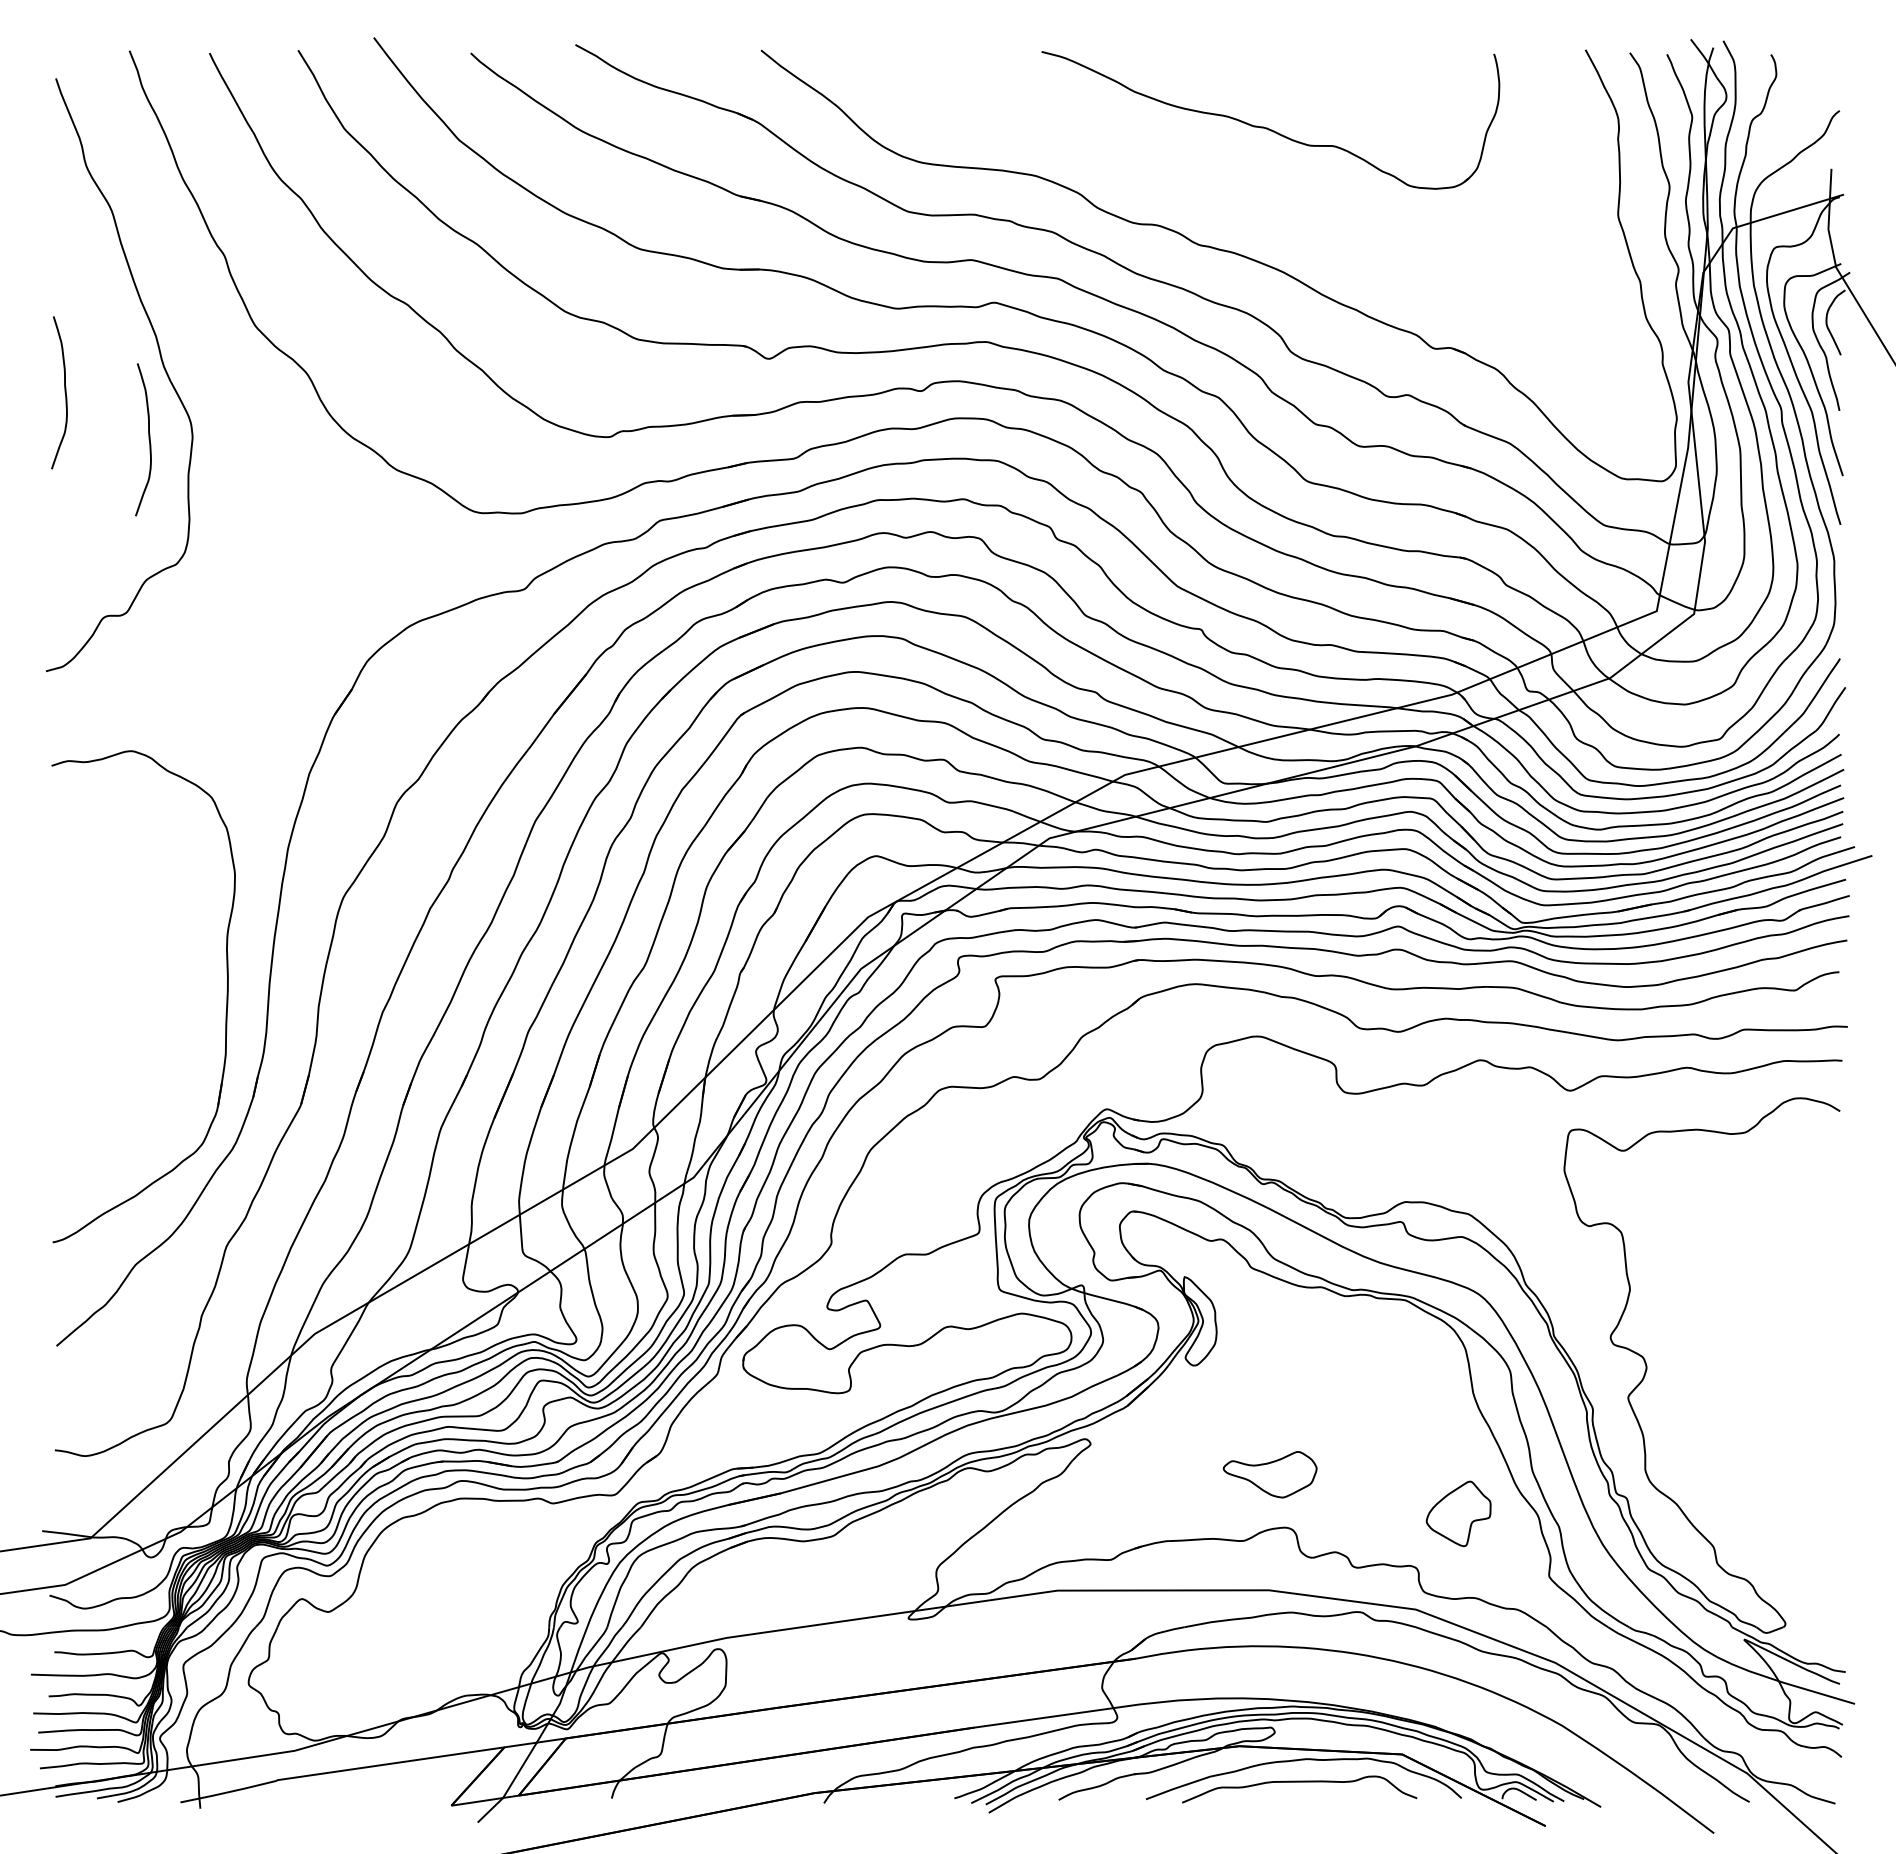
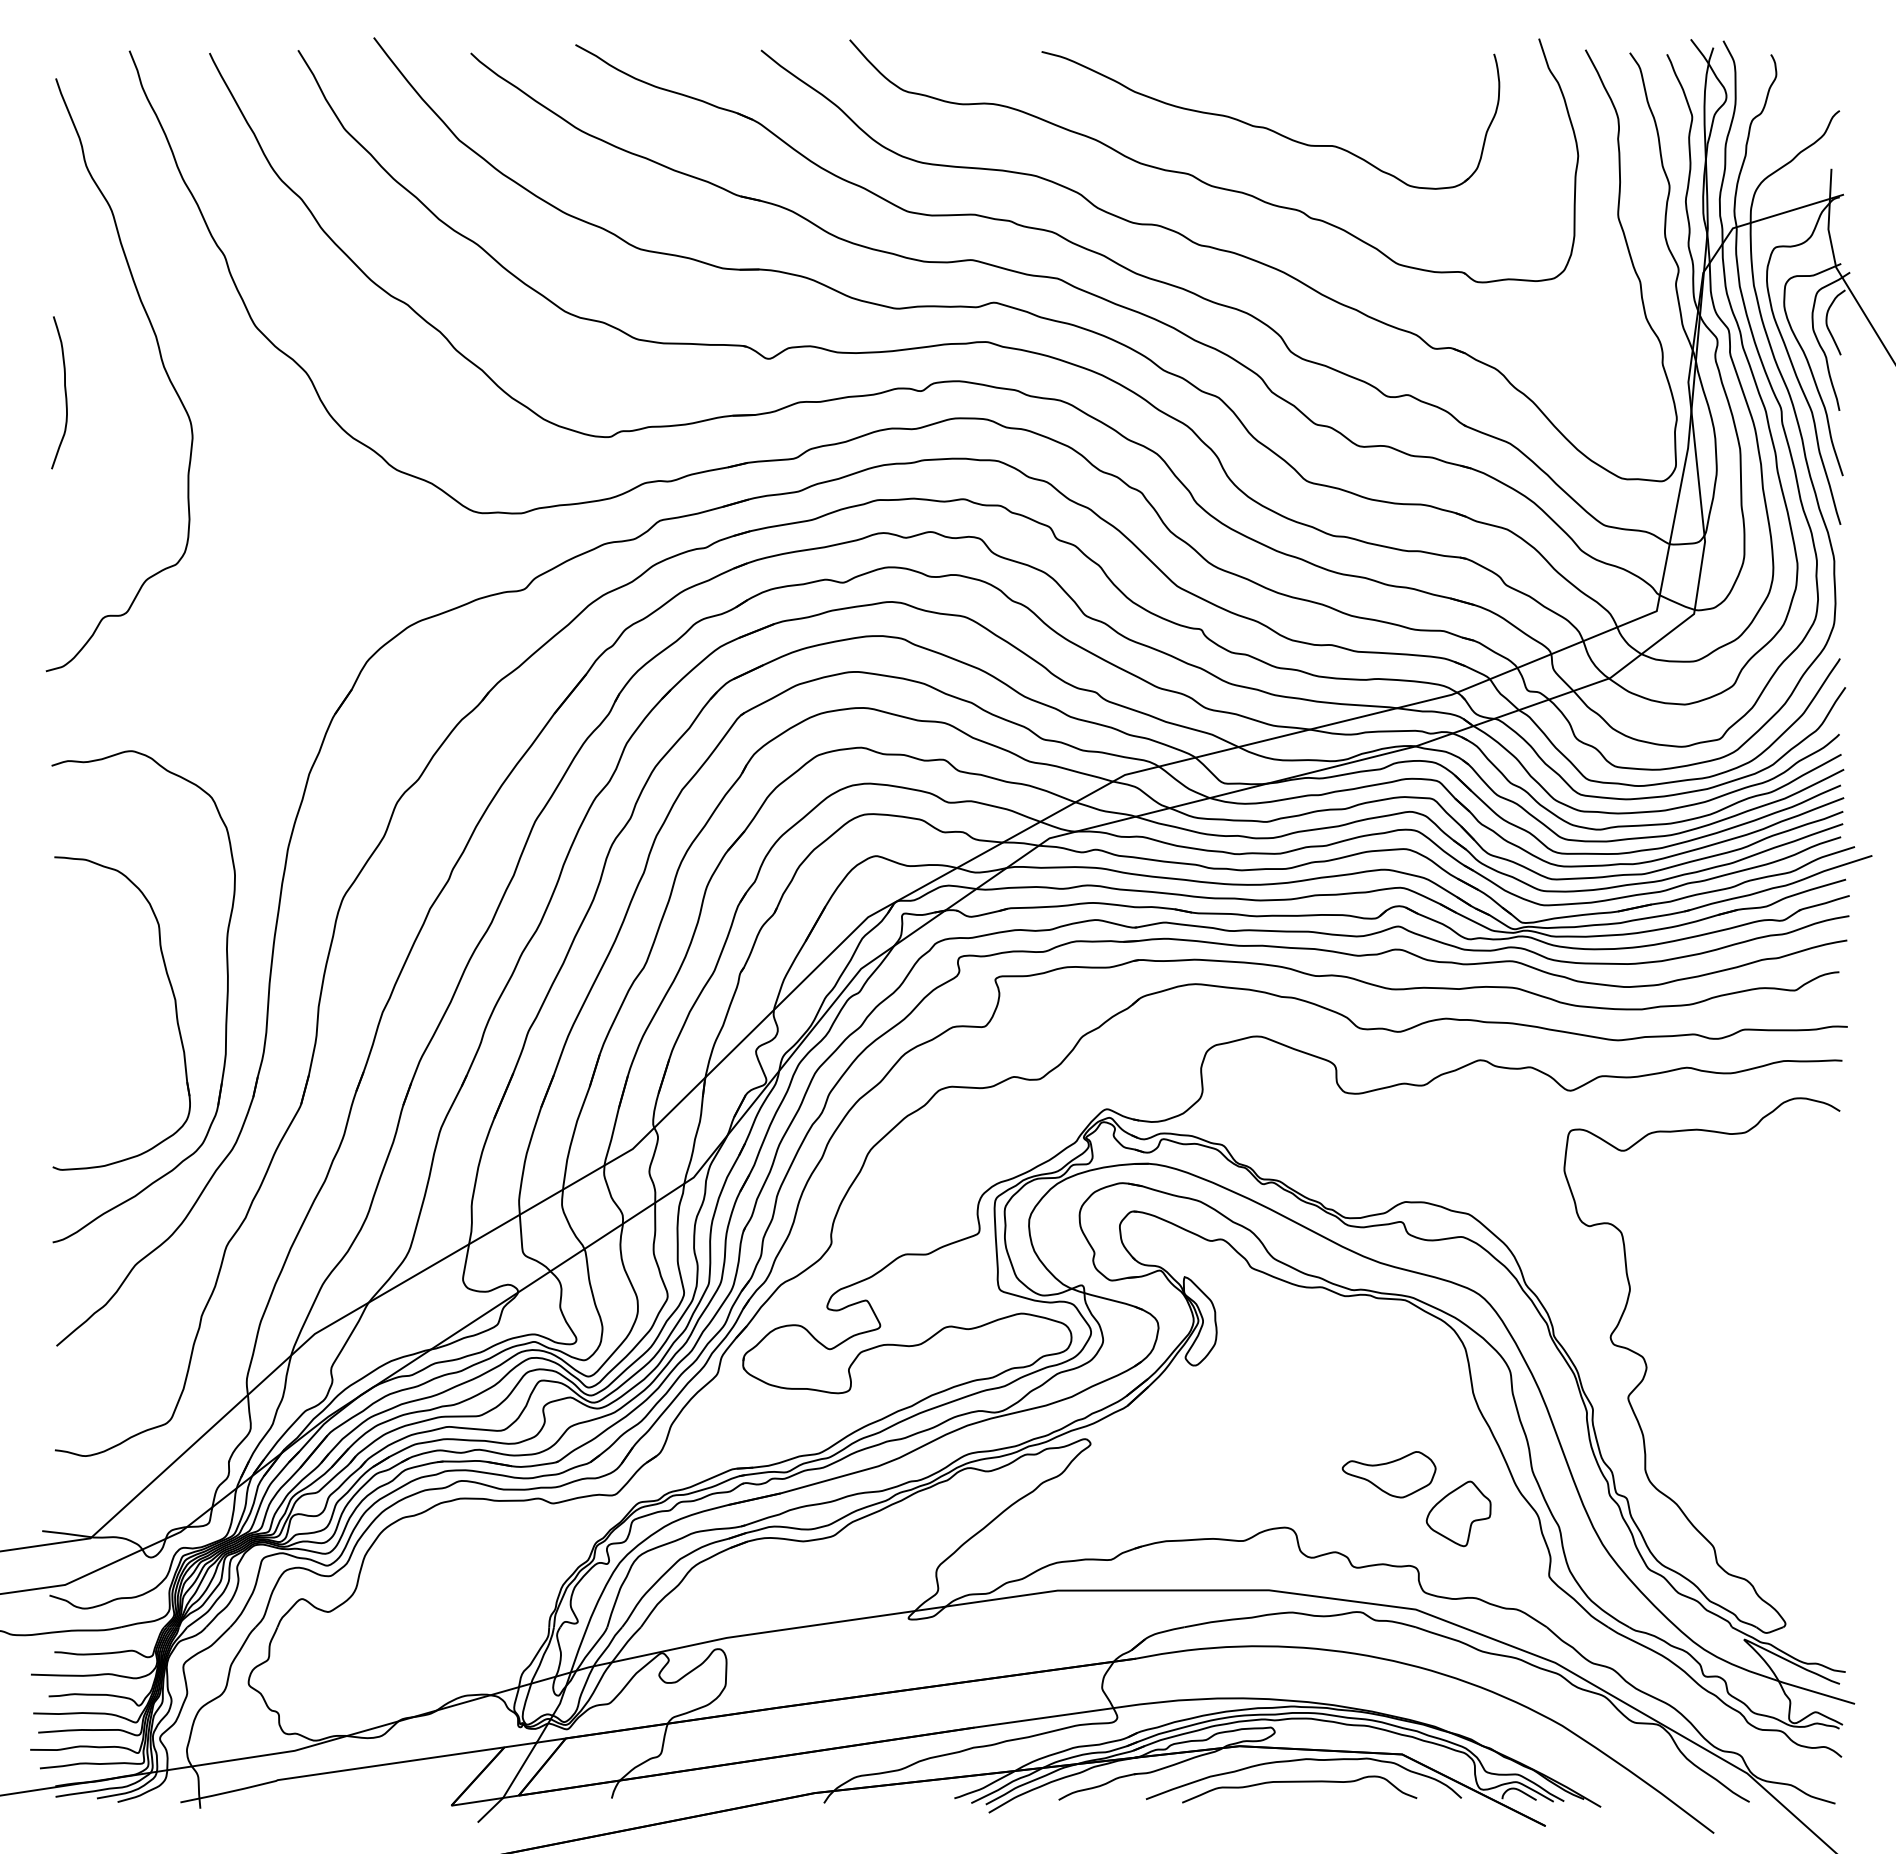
part at (1204, 181): none -> present
curve at (148, 439): present -> none
part at (174, 1004): none -> present
part at (1269, 1474) position: (1269, 1474) -> (1388, 1474)
